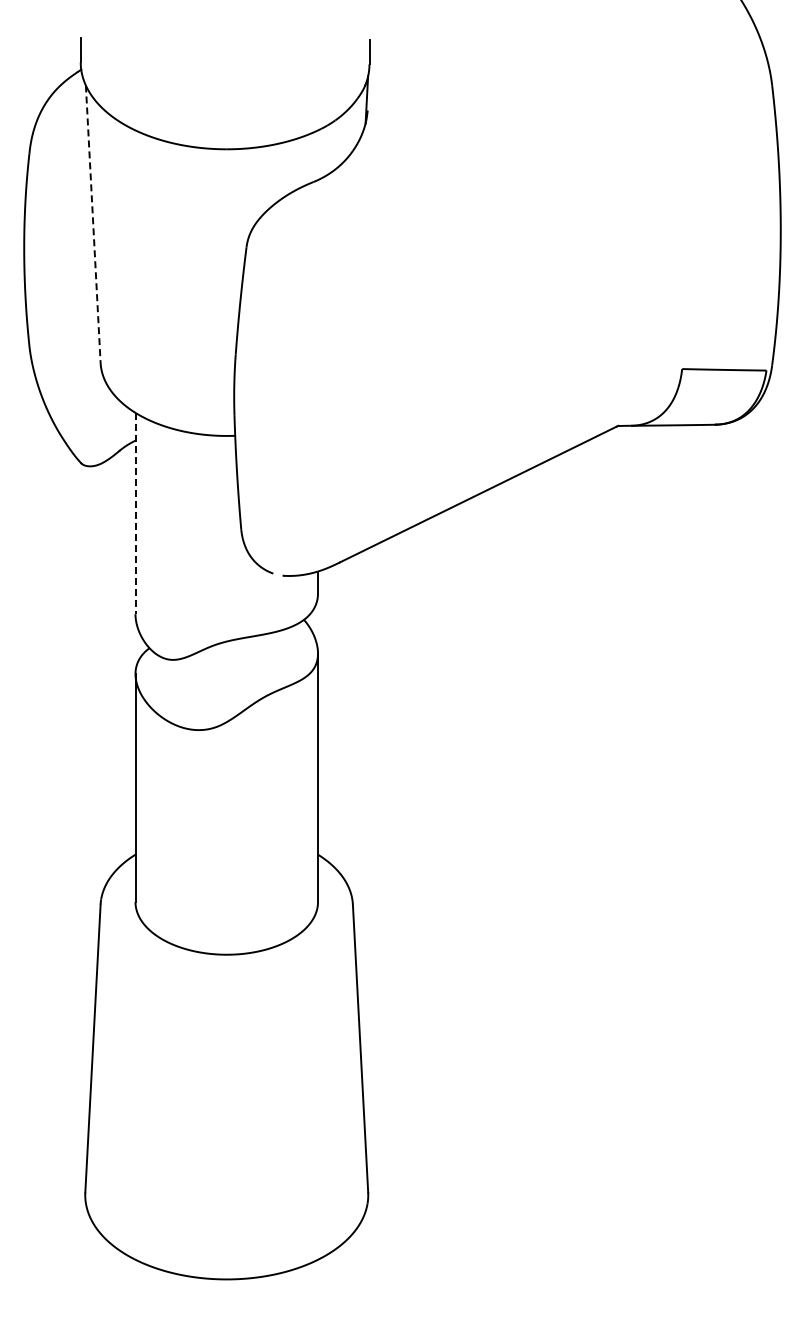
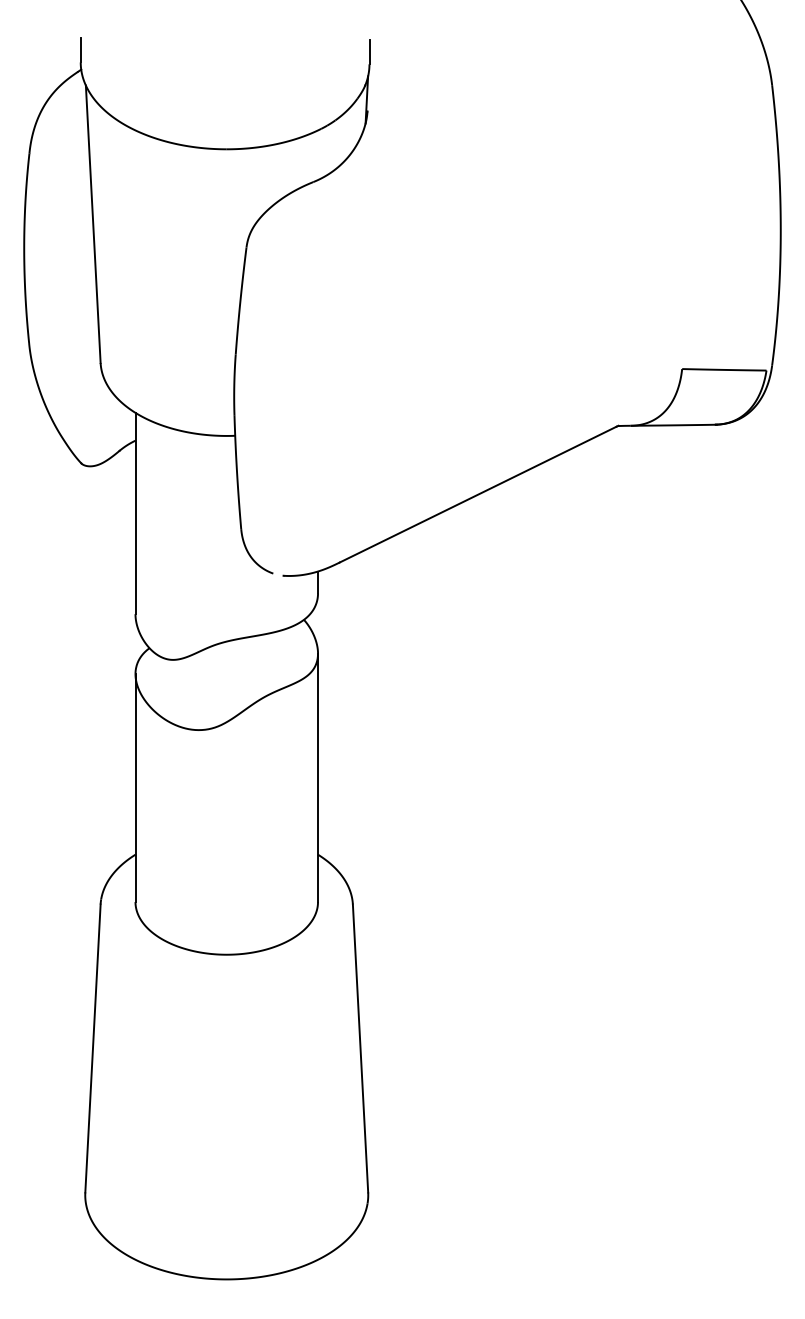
line at (93, 224): dashed -> solid
line at (135, 513): dashed -> solid
